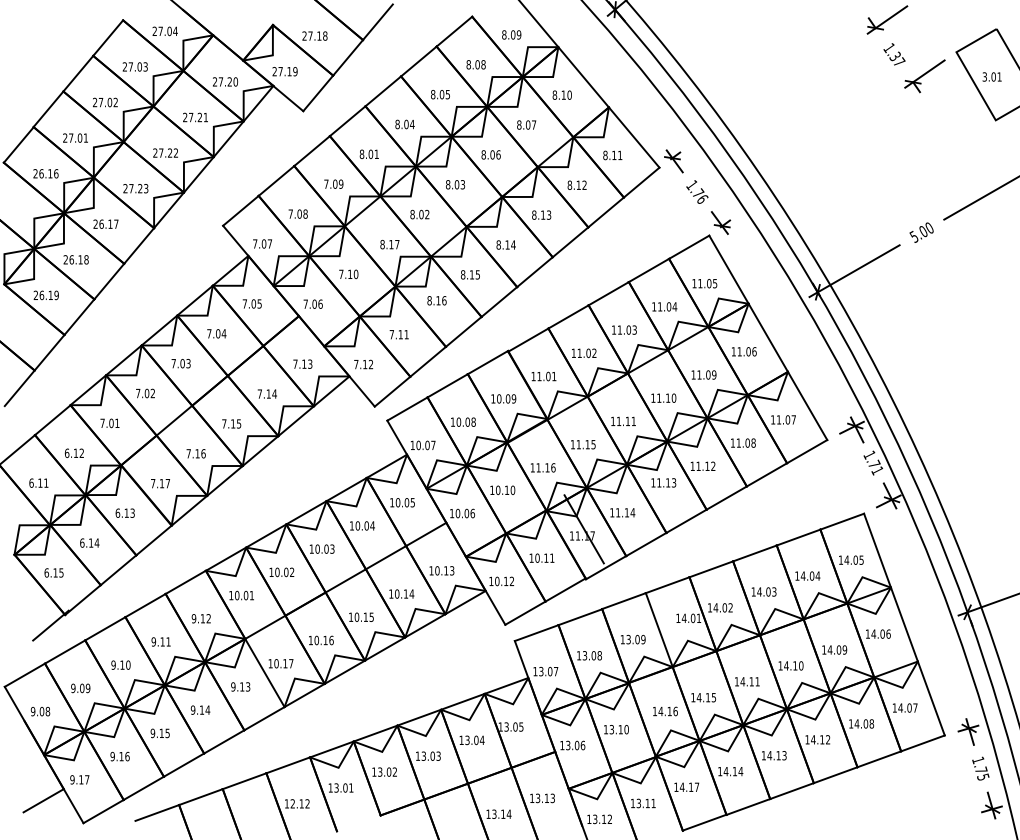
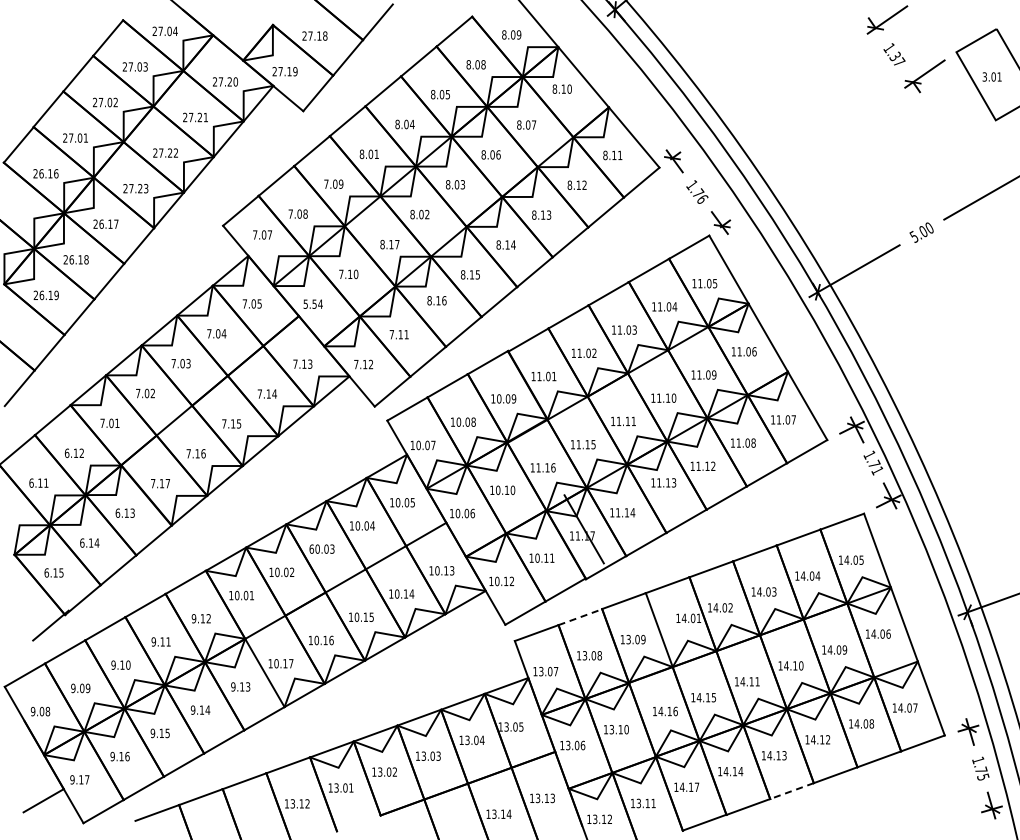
text at (561, 94) position: (561, 94) -> (561, 88)
text at (262, 243) position: (262, 243) -> (262, 234)
text at (312, 303): 7.06 -> 5.54
text at (311, 548): 10.03 -> 60.03
line at (580, 617): solid -> dashed
line at (791, 791): solid -> dashed
text at (292, 804): 12.12 -> 13.12
